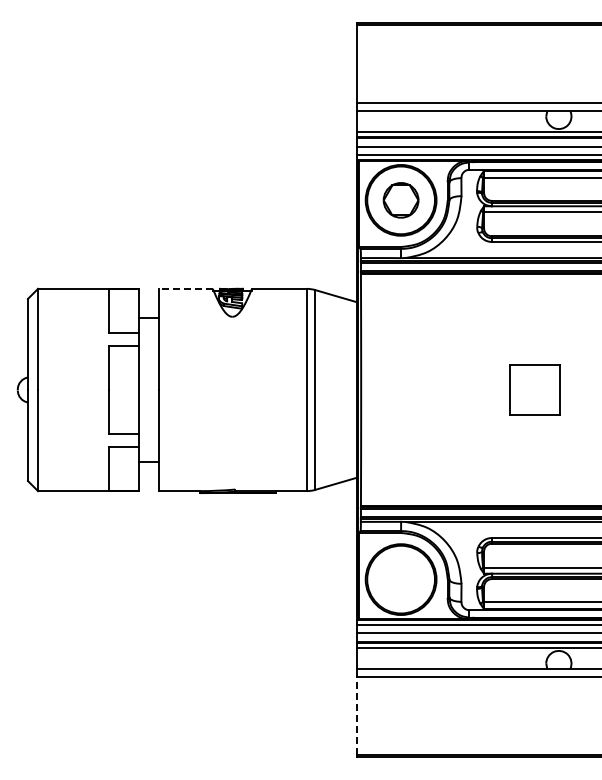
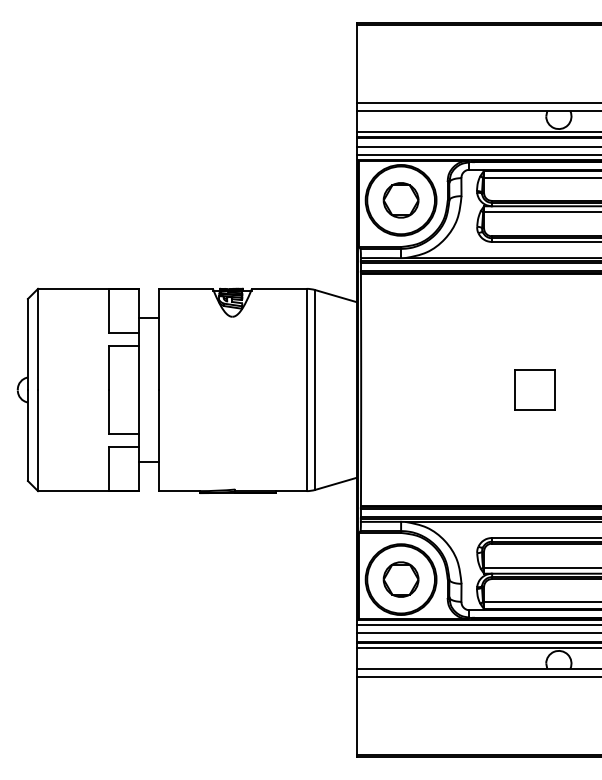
line at (186, 288): dashed -> solid
part at (534, 389) size: 52x52 px -> 42x42 px
part at (400, 579): none -> present
line at (356, 715): dashed -> solid
